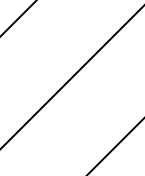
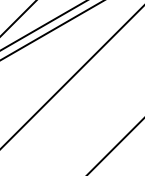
line at (42, 25): none -> present
line at (51, 30): none -> present
